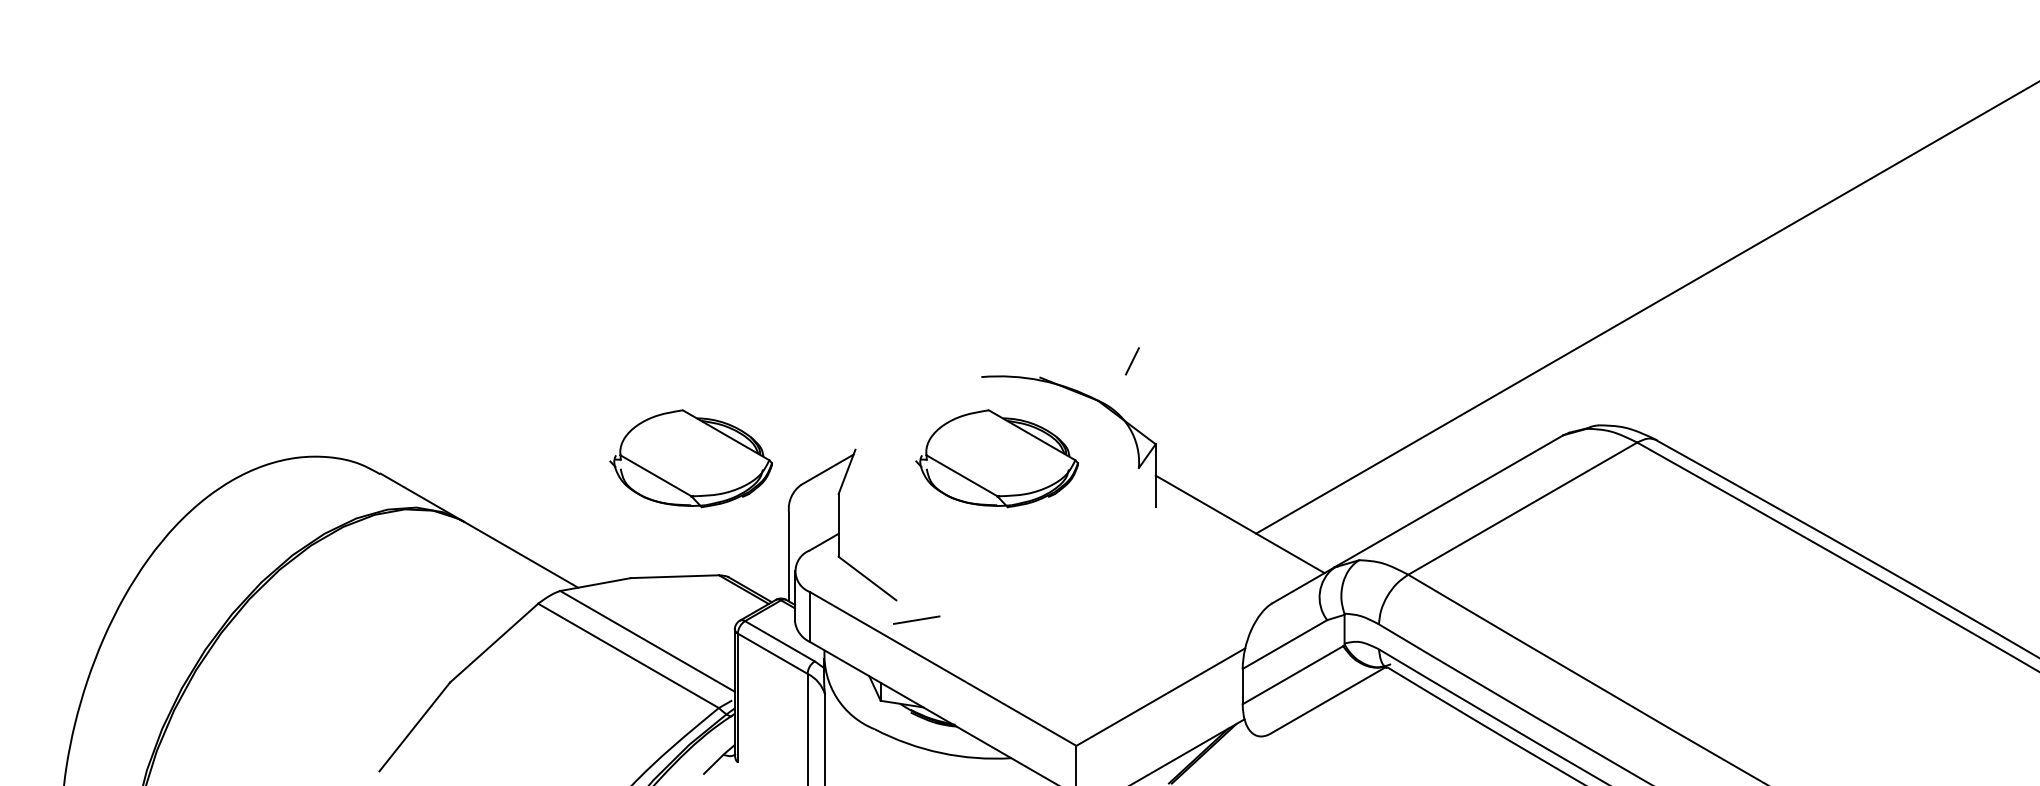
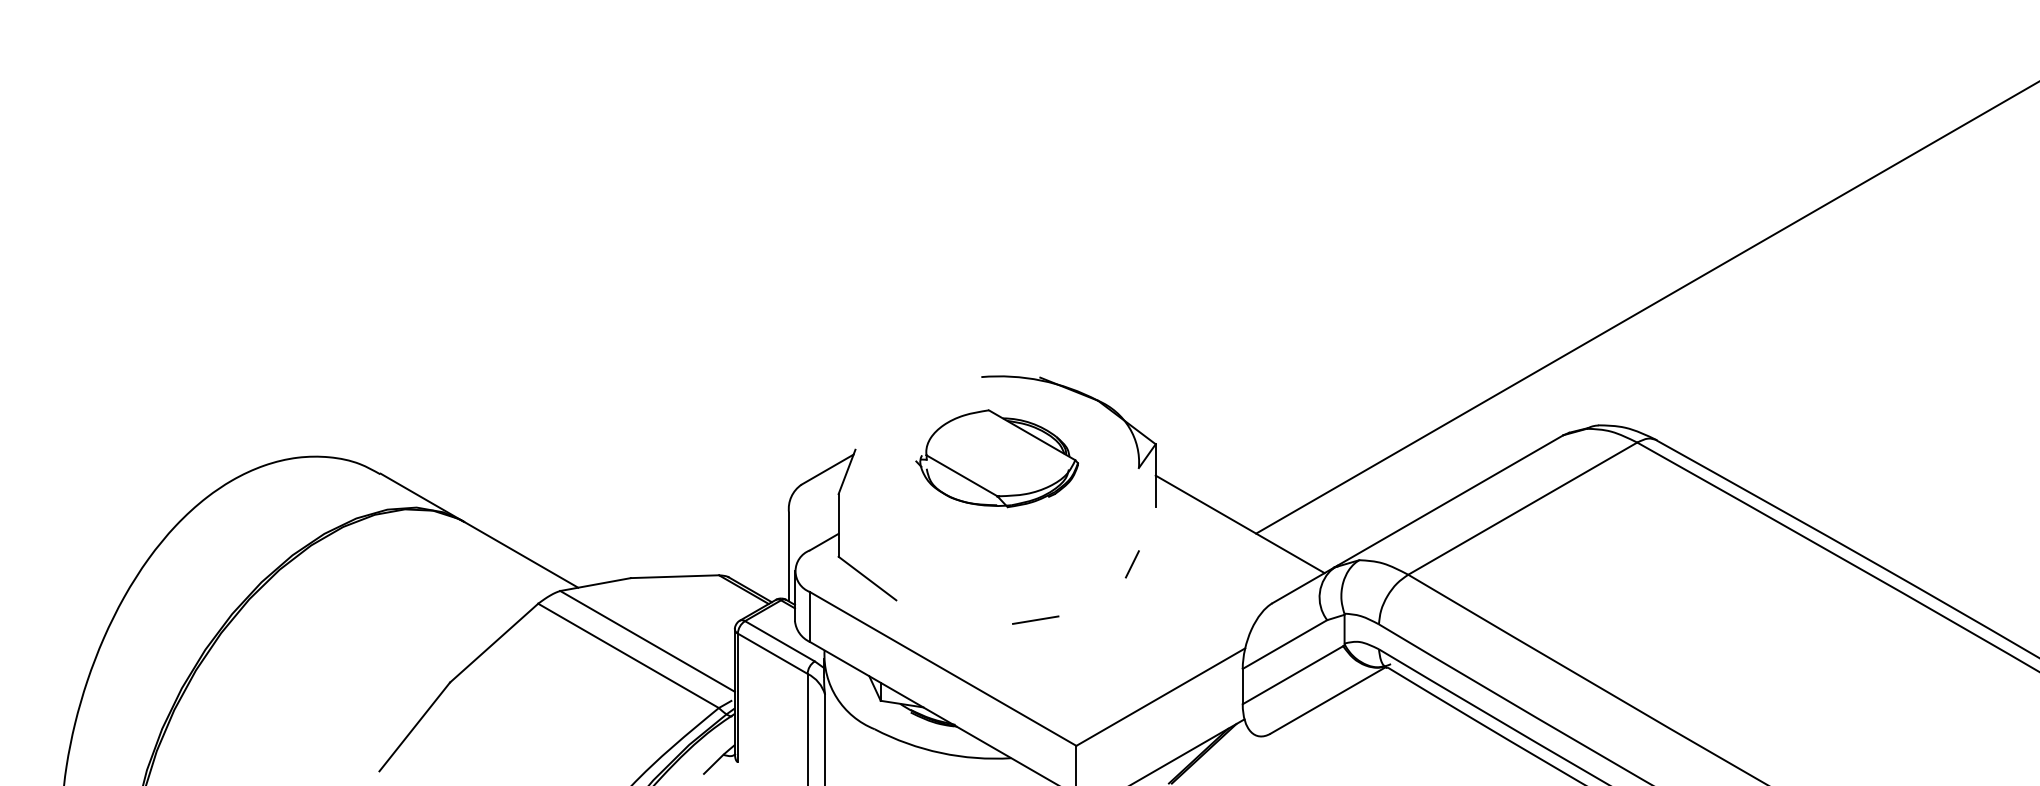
line at (1131, 361) position: (1131, 361) -> (1131, 564)
part at (690, 458): present -> none
line at (916, 619) position: (916, 619) -> (1035, 619)
